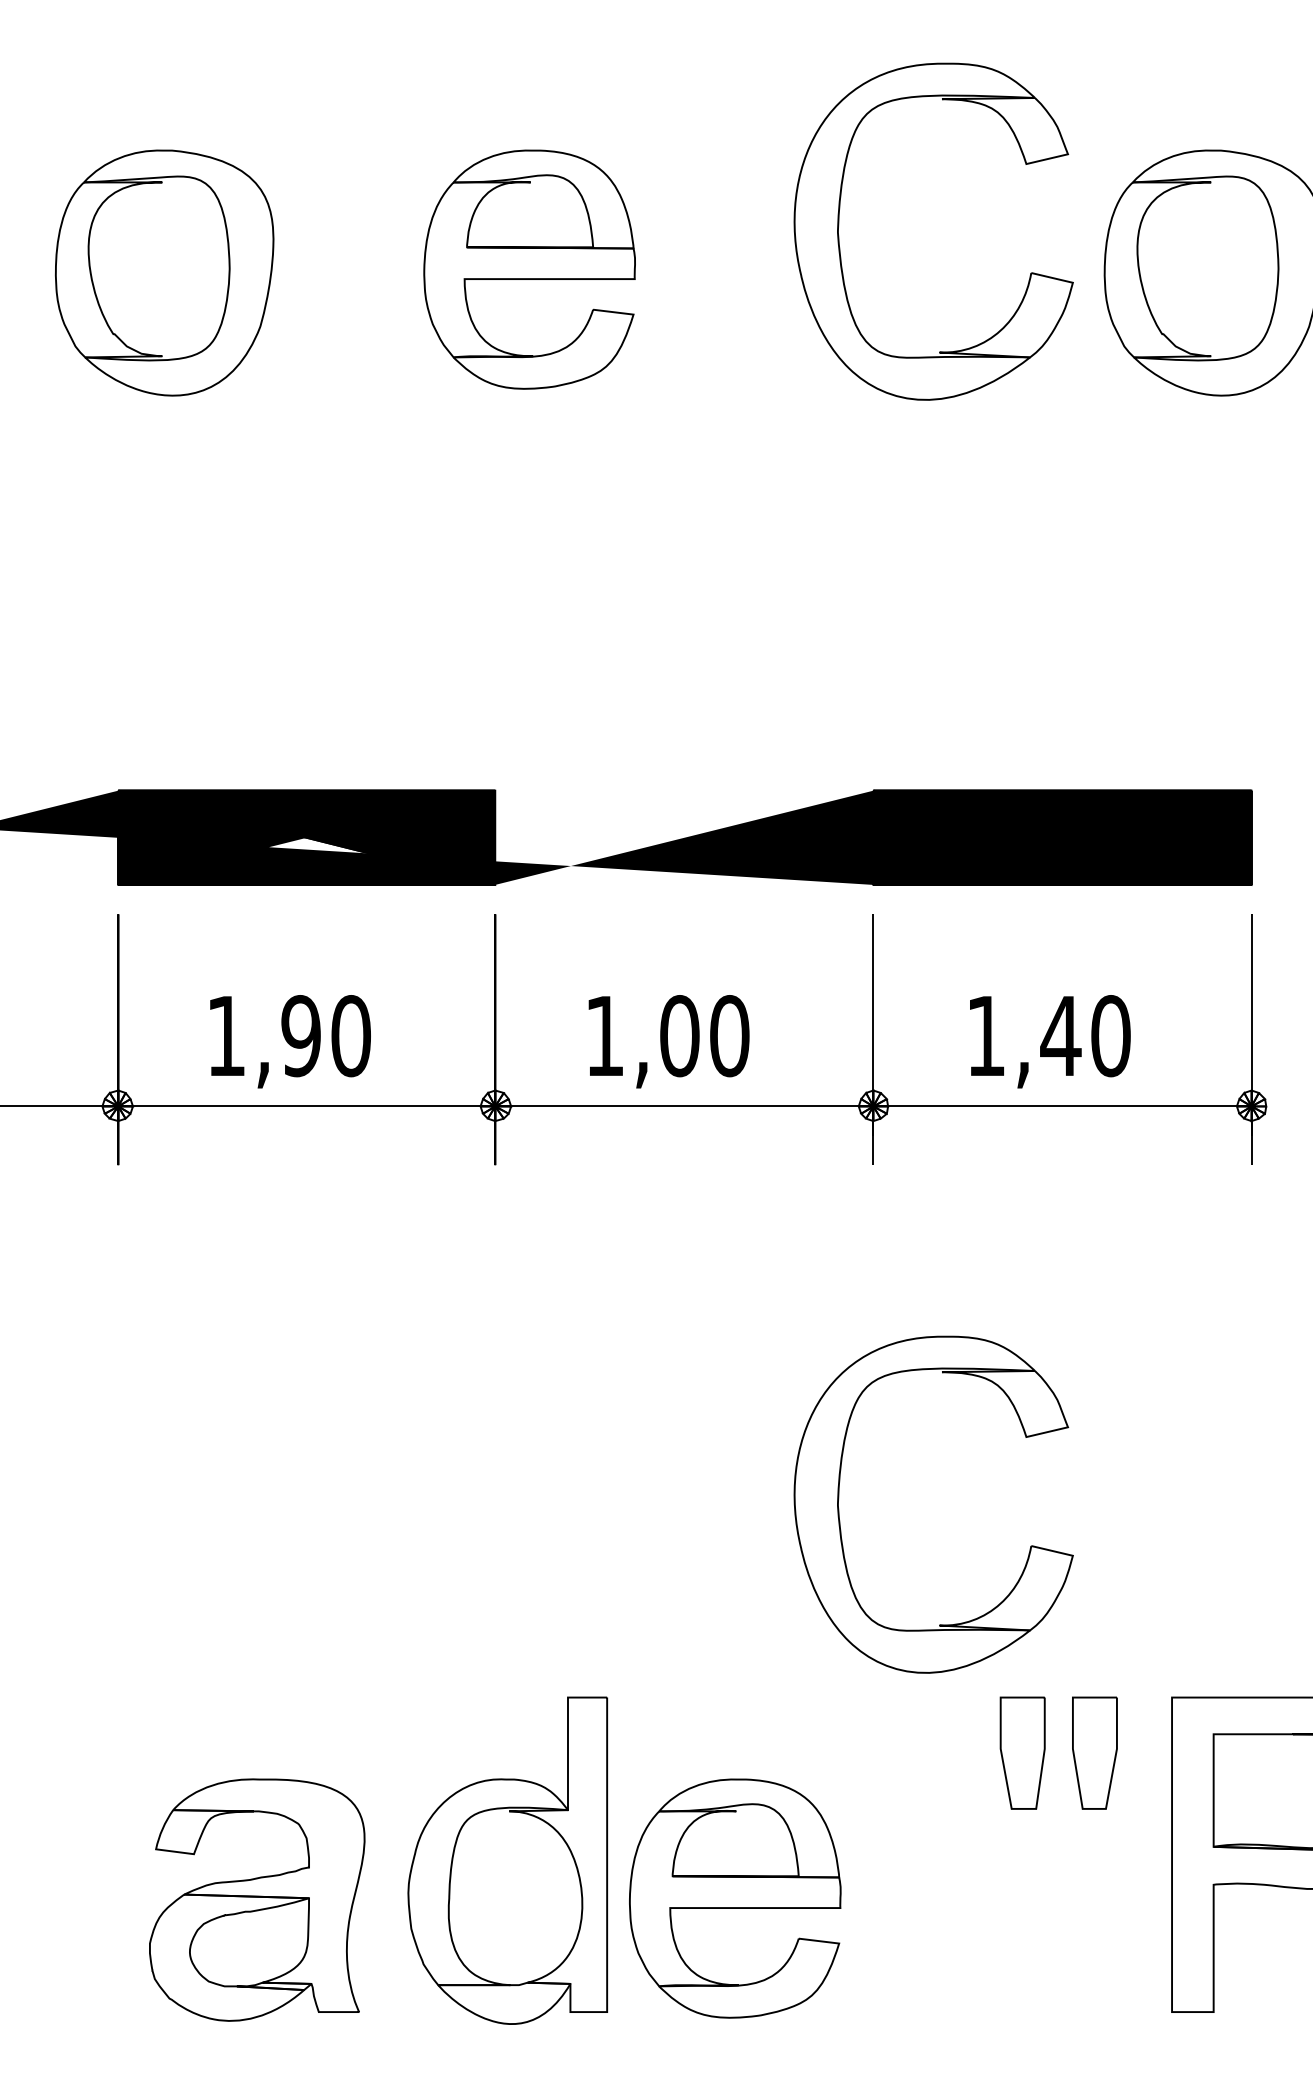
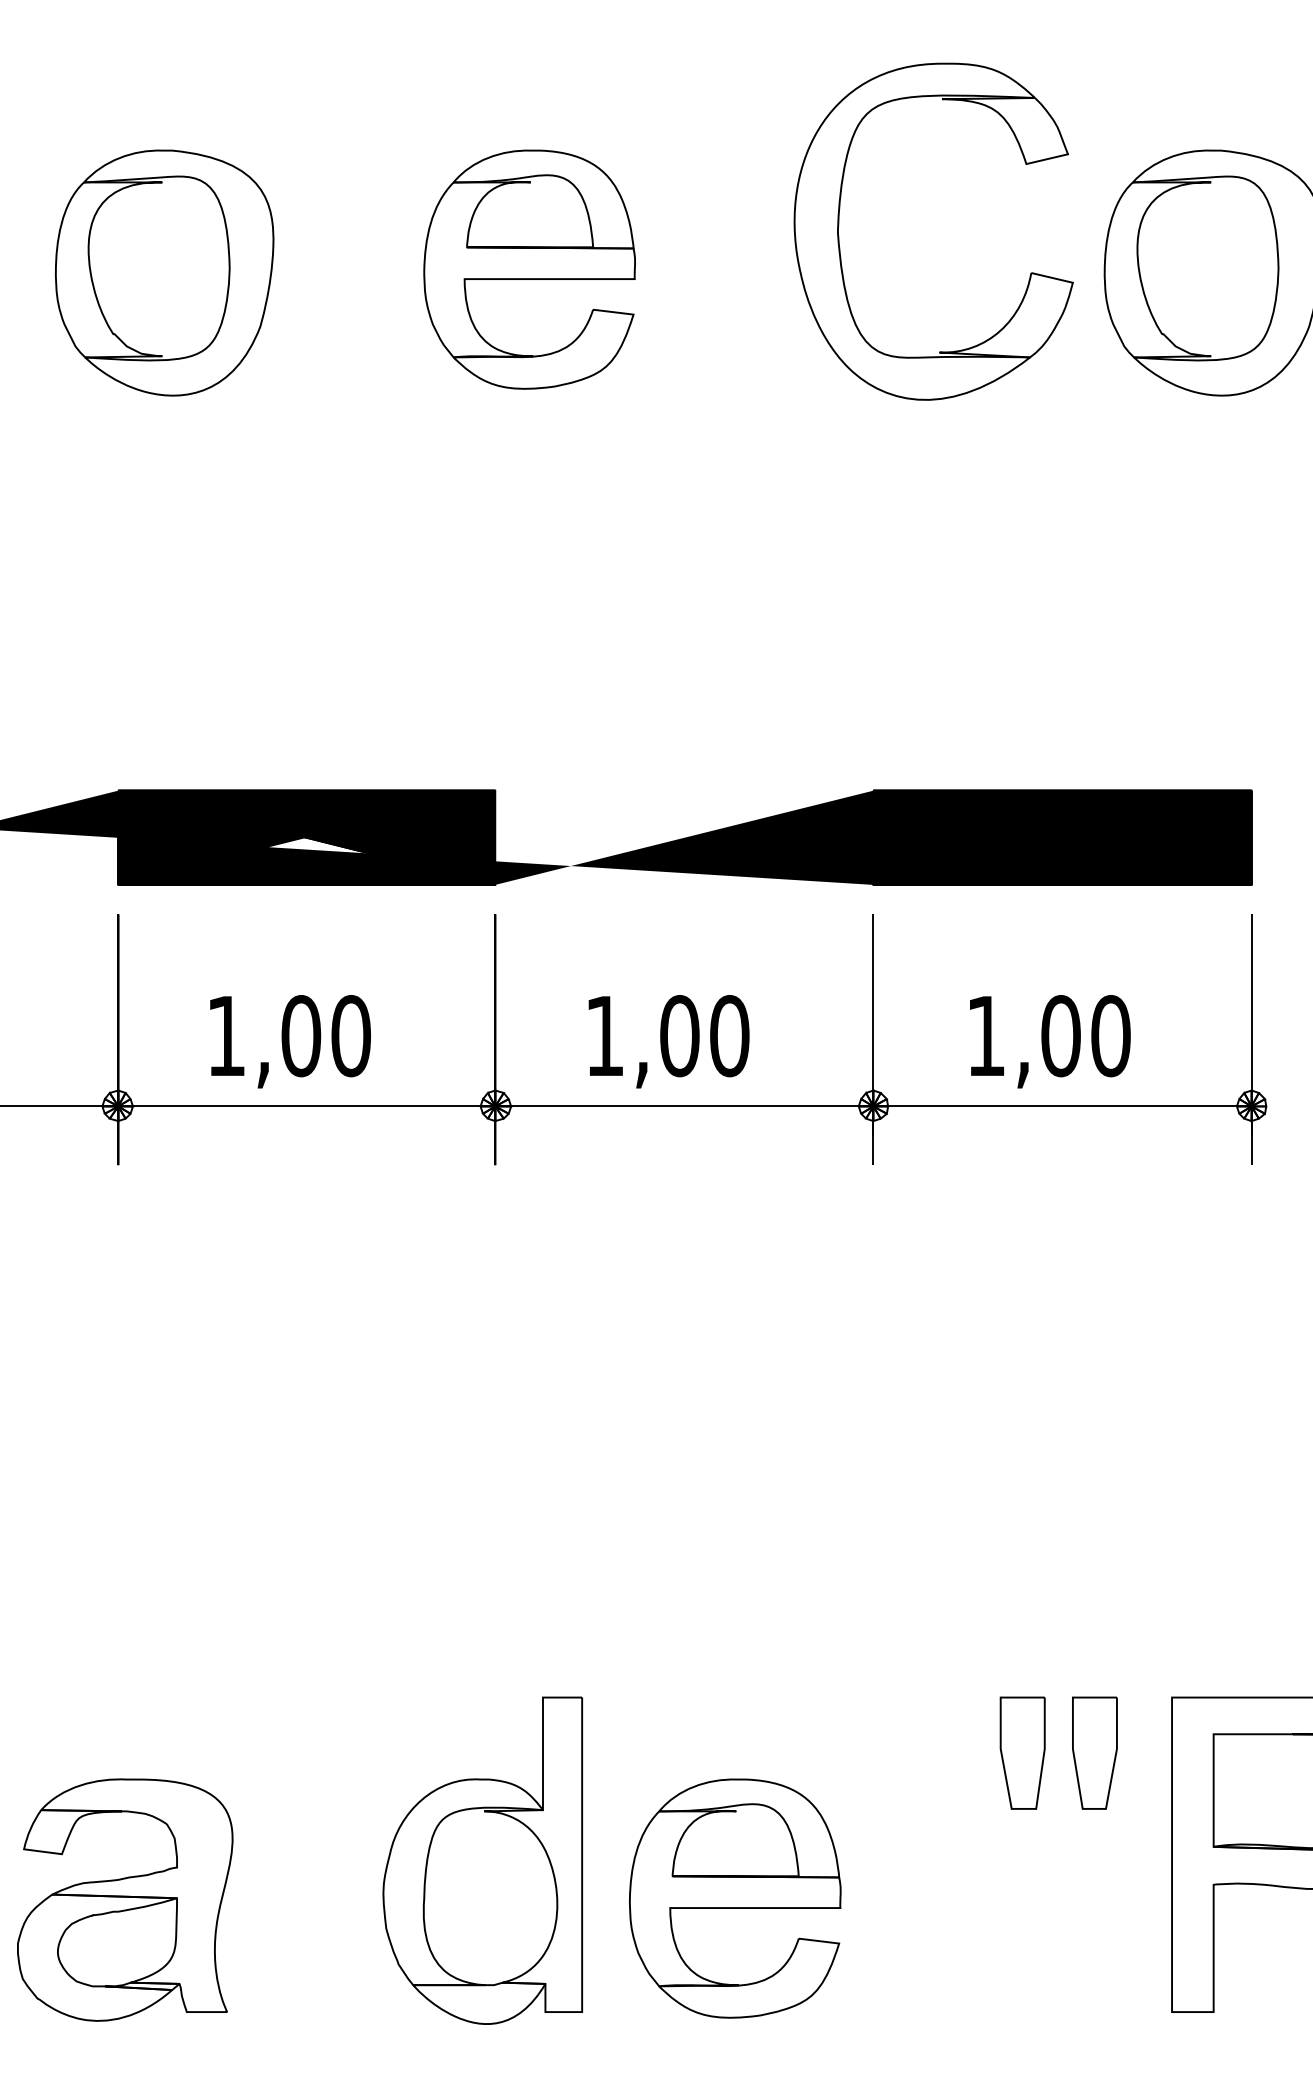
text at (301, 1036): 1,90 -> 1,00
text at (1060, 1036): 1,40 -> 1,00
part at (839, 1508): present -> none
part at (507, 1860) position: (507, 1860) -> (482, 1860)
part at (257, 1899) position: (257, 1899) -> (125, 1899)
